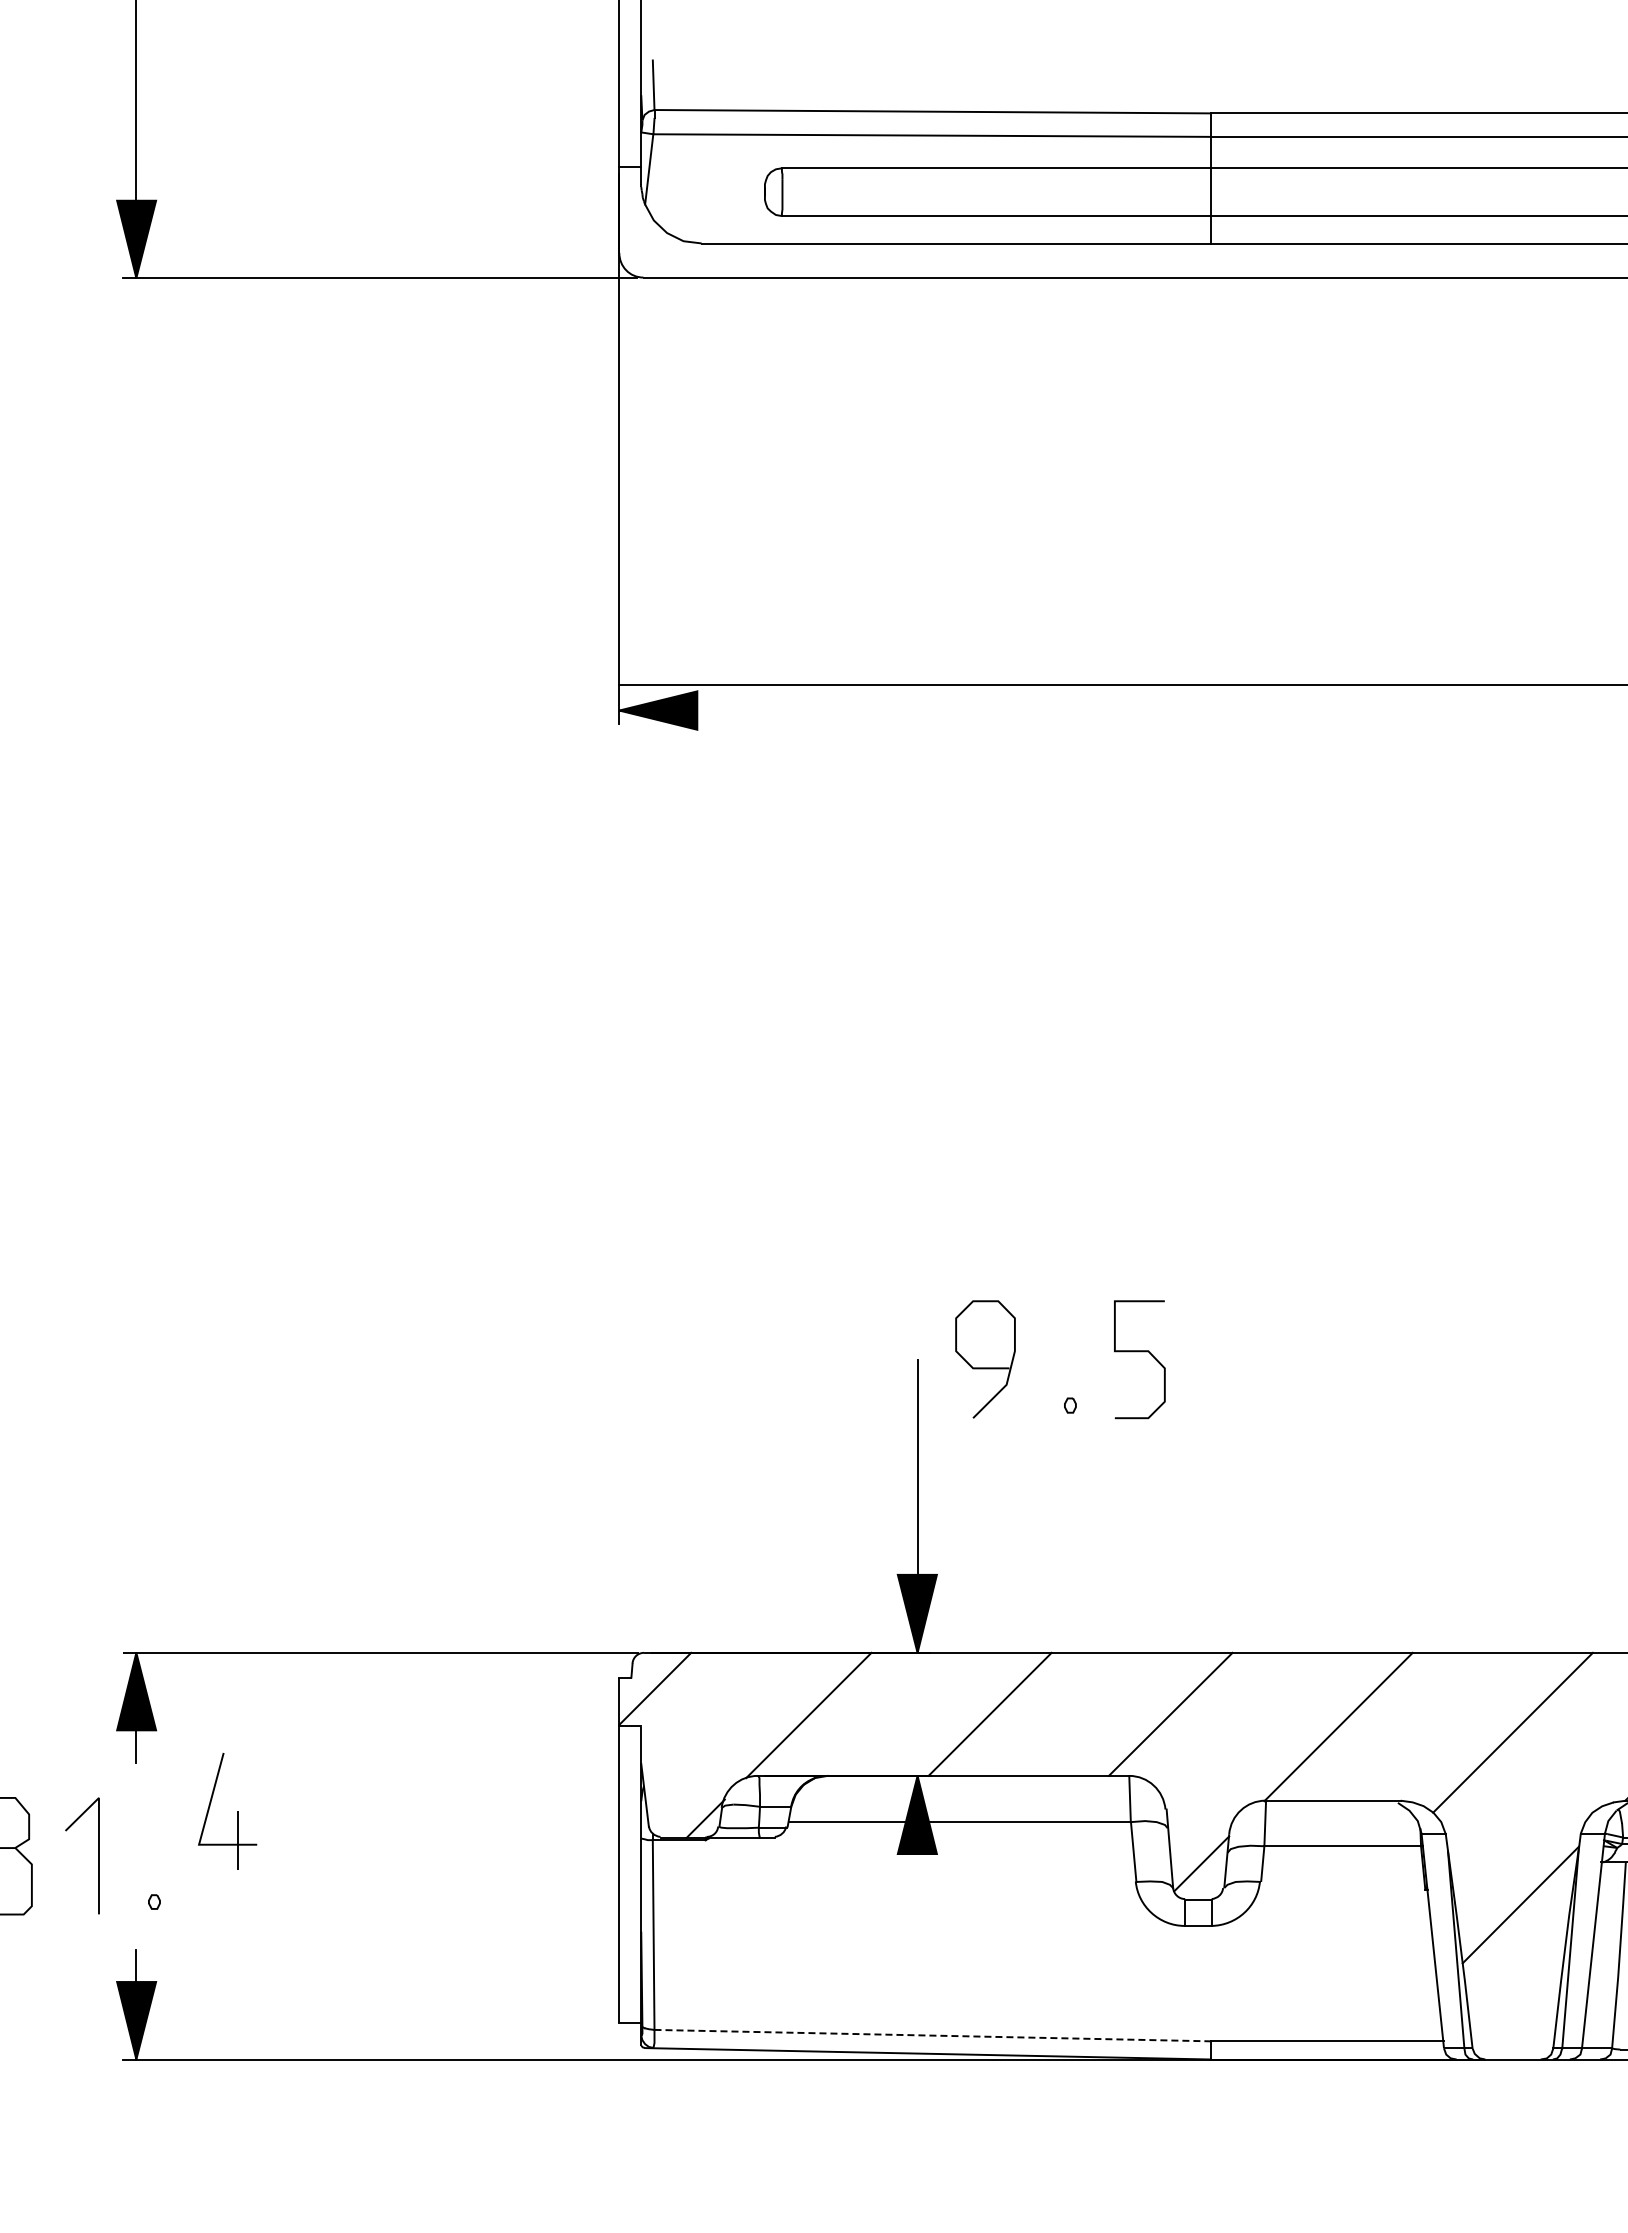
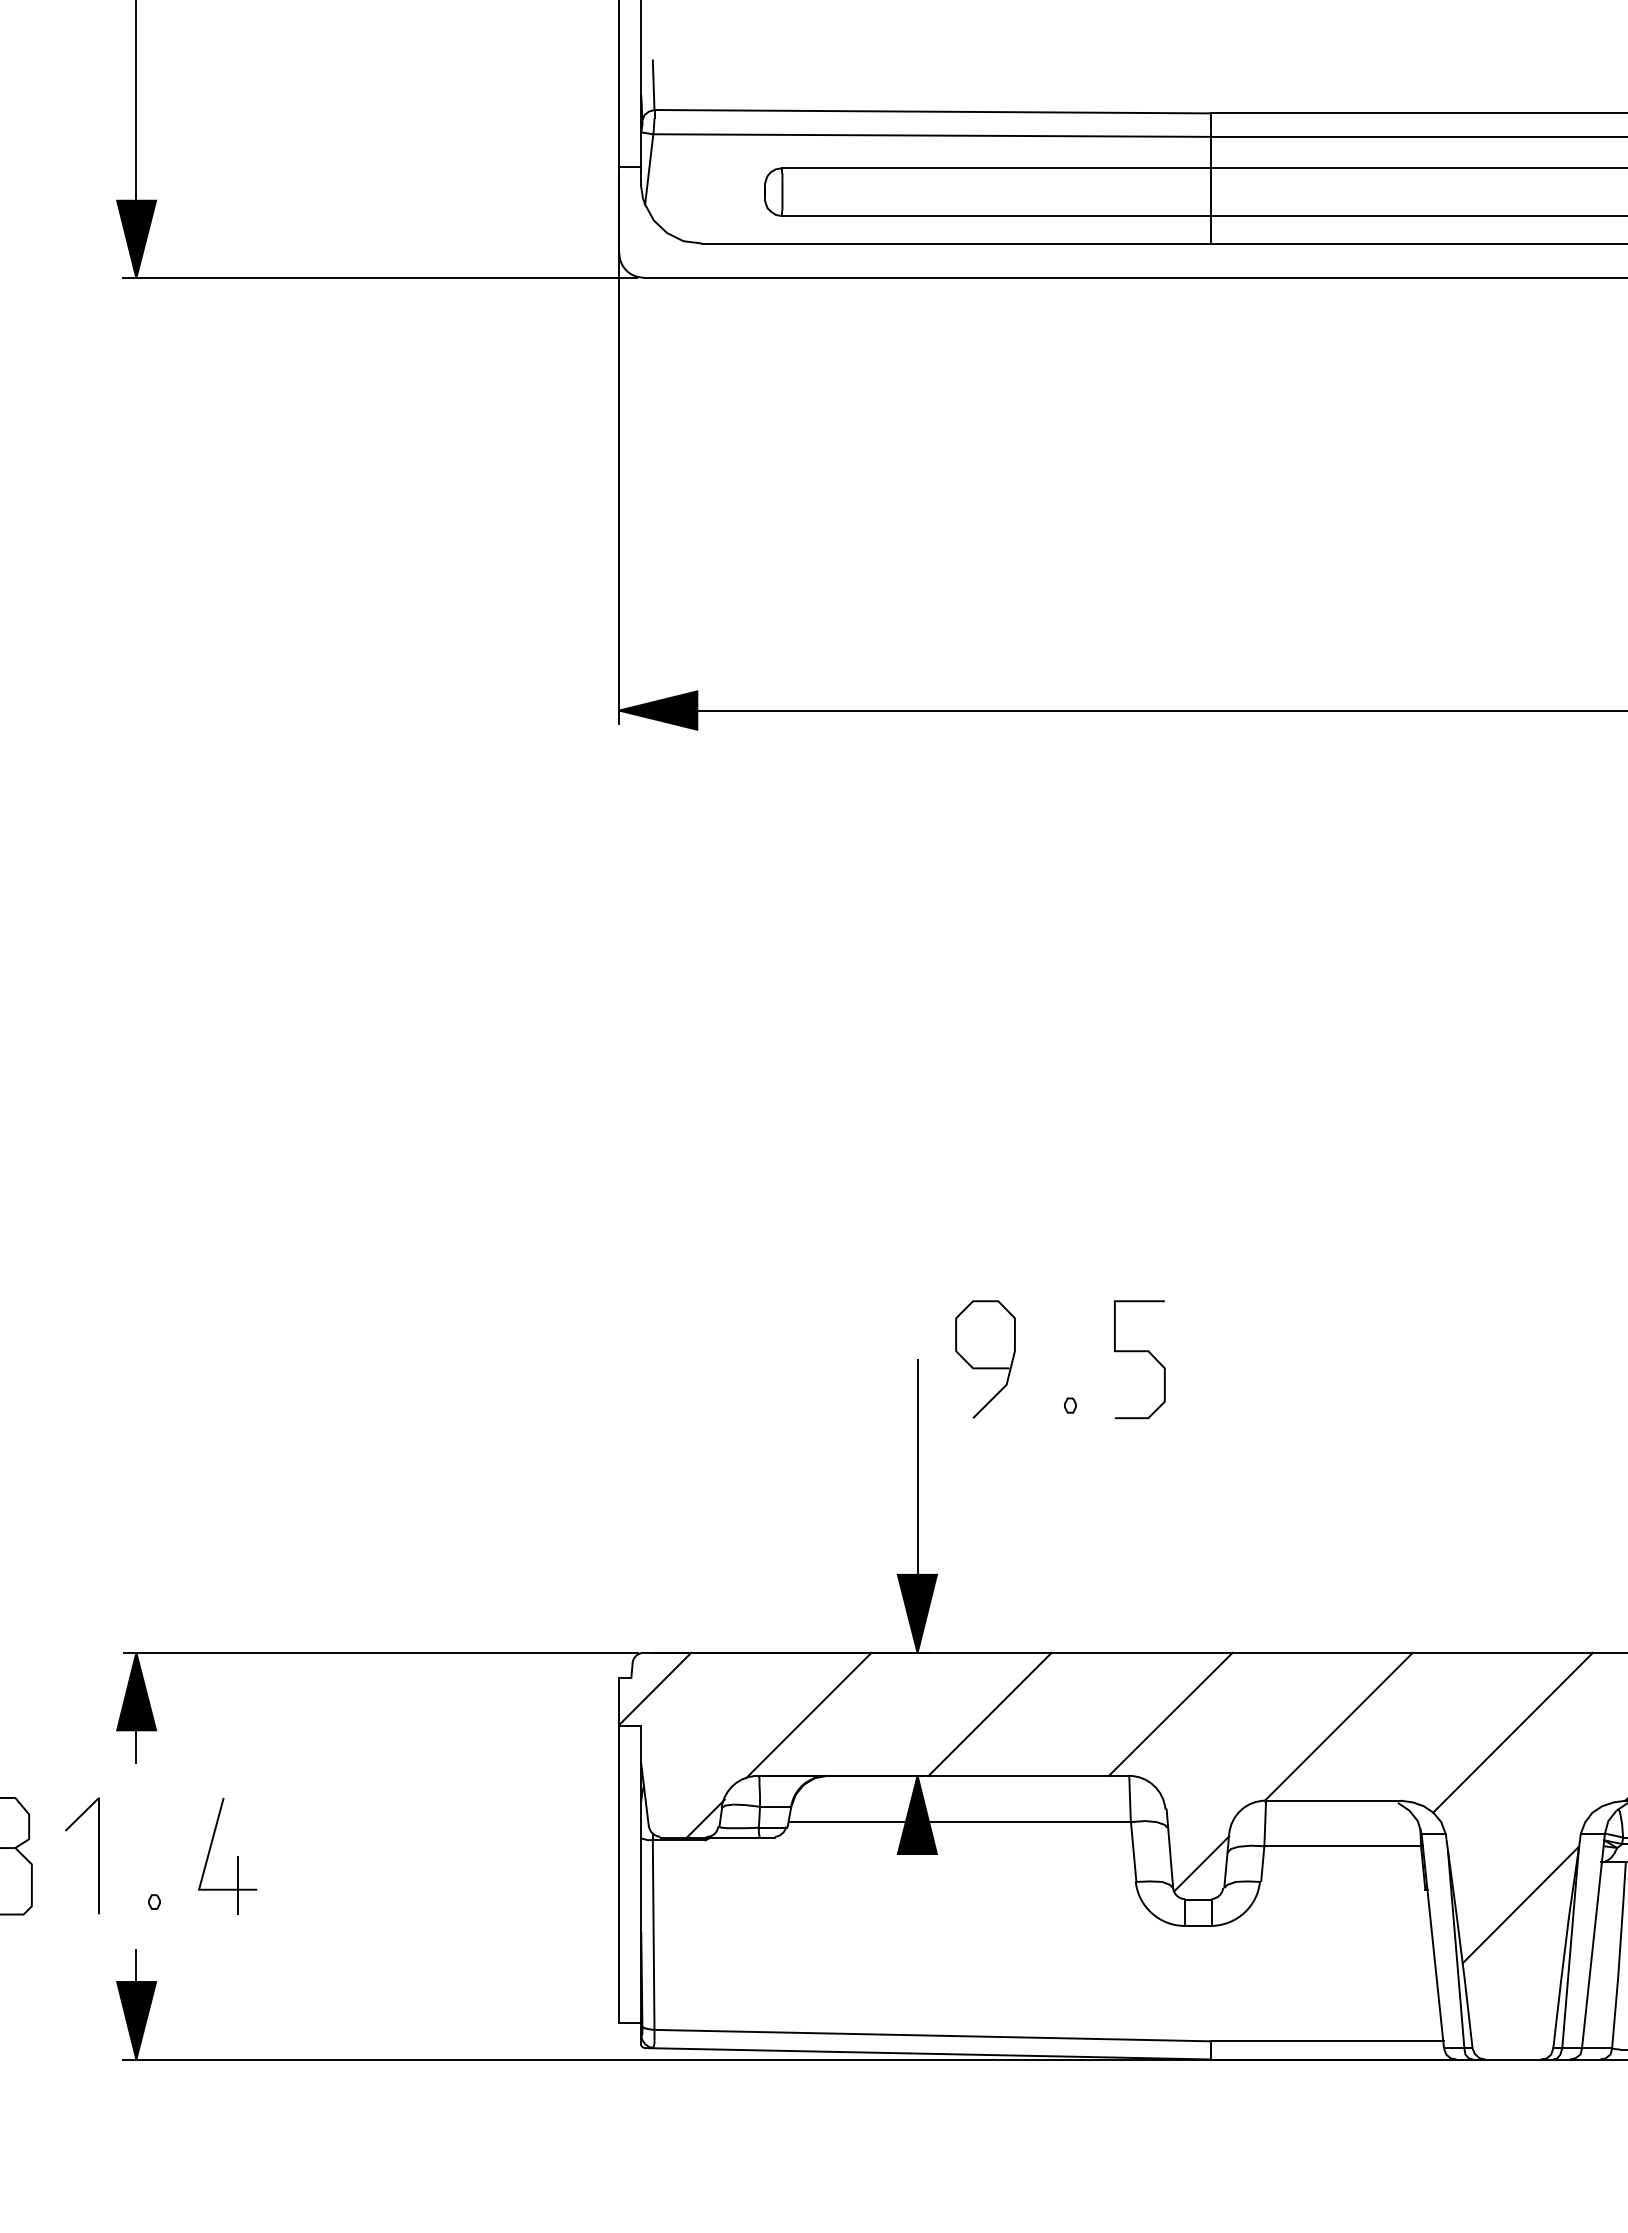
line at (1121, 684) position: (1121, 684) -> (1121, 710)
part at (237, 1811) position: (237, 1811) -> (237, 1856)
line at (933, 2035): dashed -> solid
